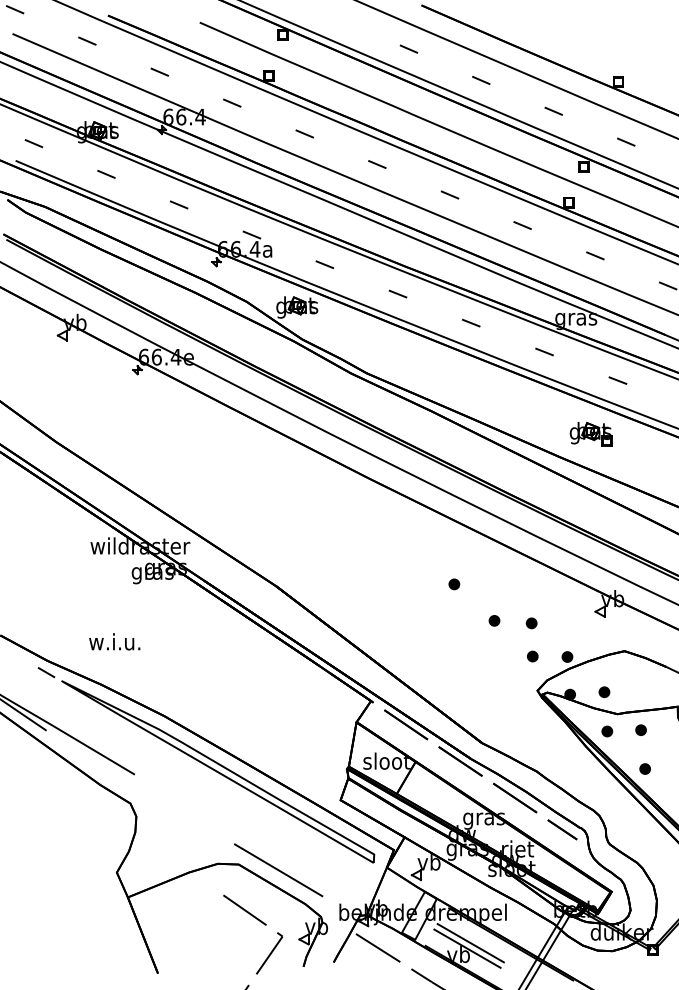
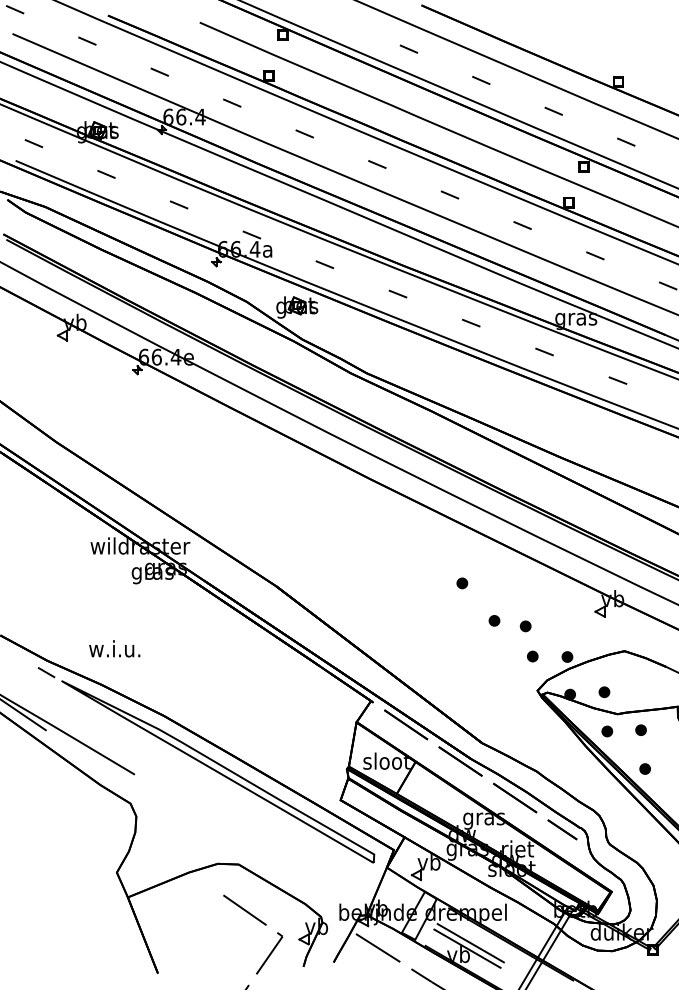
part at (590, 434): present -> none
part at (454, 584) position: (454, 584) -> (462, 583)
part at (531, 623) position: (531, 623) -> (525, 626)
text at (114, 641) position: (114, 641) -> (114, 648)
line at (278, 870): present -> none
